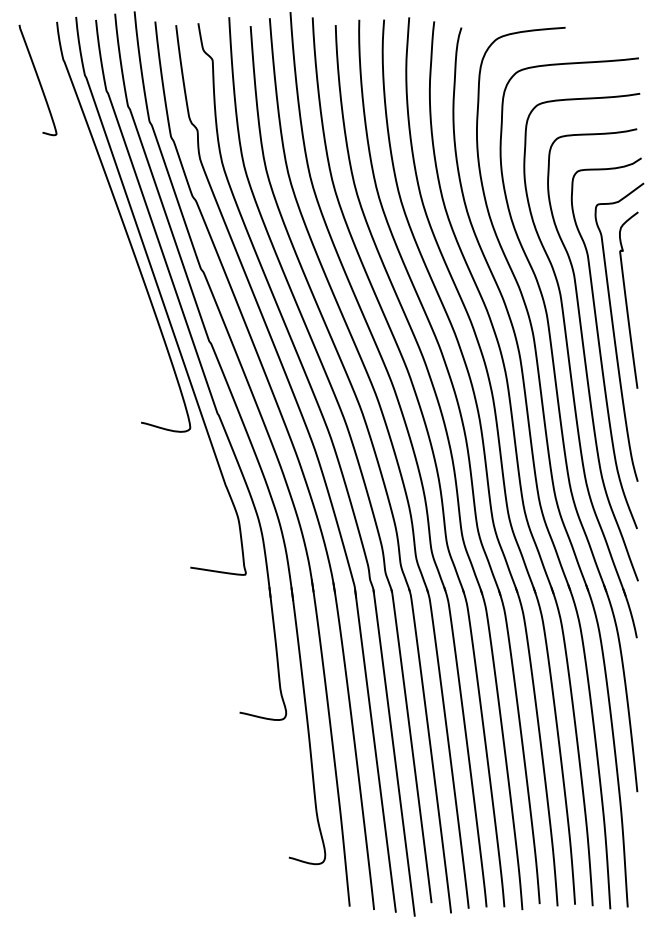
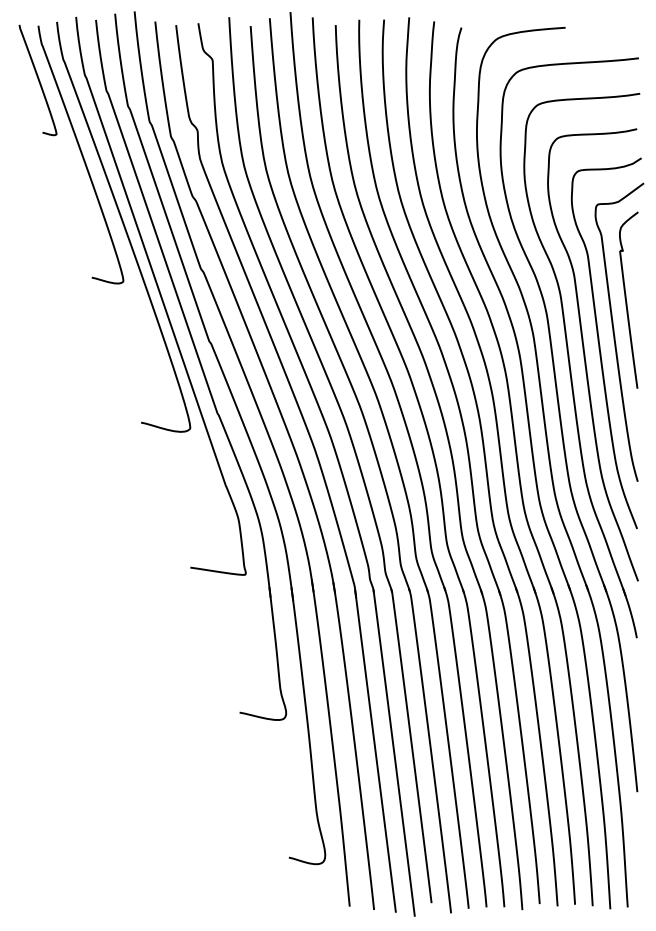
curve at (80, 153): none -> present
